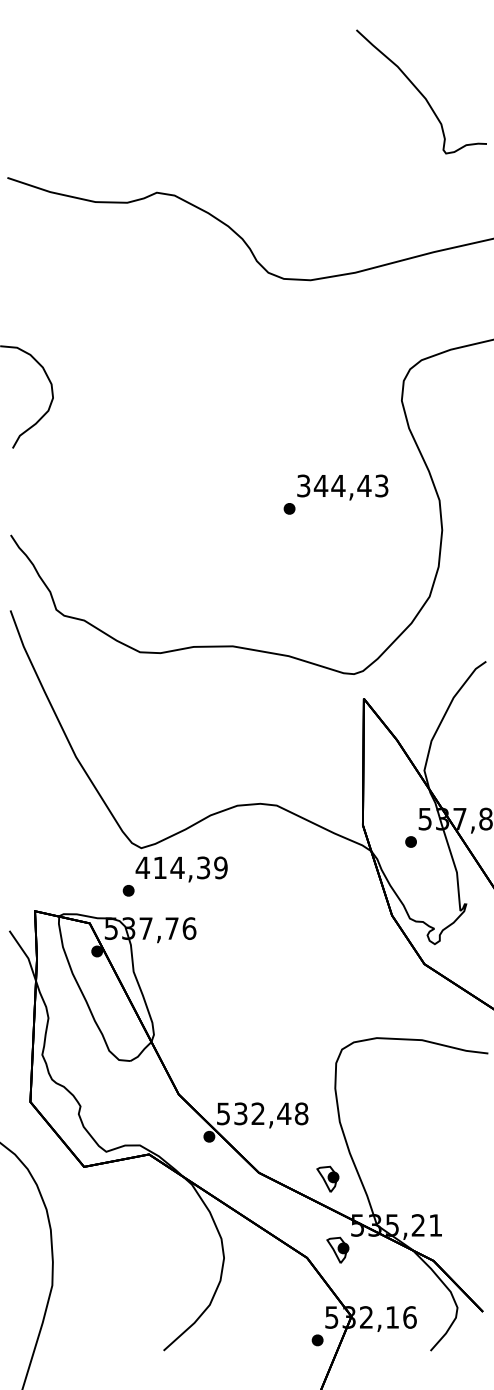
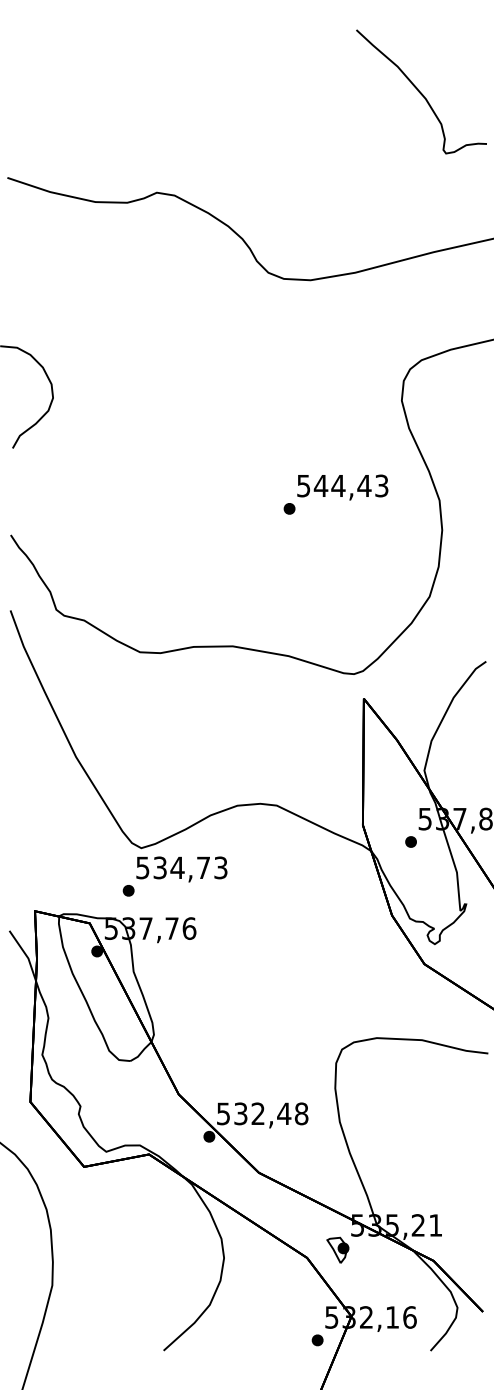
text at (303, 485): 344,43 -> 544,43
text at (181, 867): 414,39 -> 534,73
part at (327, 1178): present -> none
